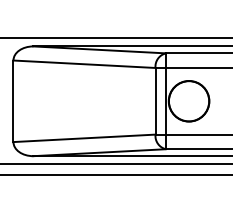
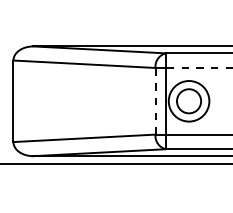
line at (115, 38): present -> none
line at (198, 67): solid -> dashed
line at (155, 100): solid -> dashed
circle at (188, 101) diameter: 40 px -> 24 px
line at (115, 174): present -> none
